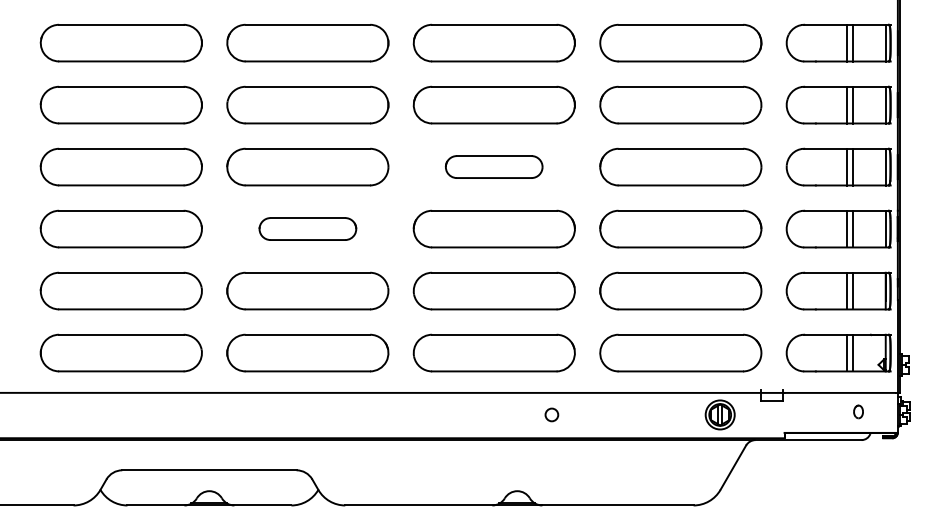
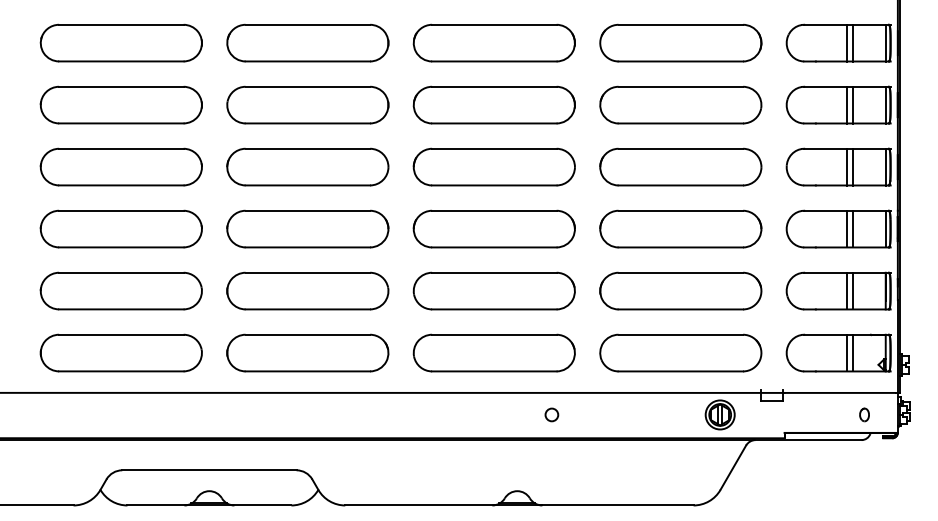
part at (494, 166) size: 99x24 px -> 164x40 px
part at (307, 228) size: 100x24 px -> 164x40 px
part at (858, 411) position: (858, 411) -> (864, 414)
